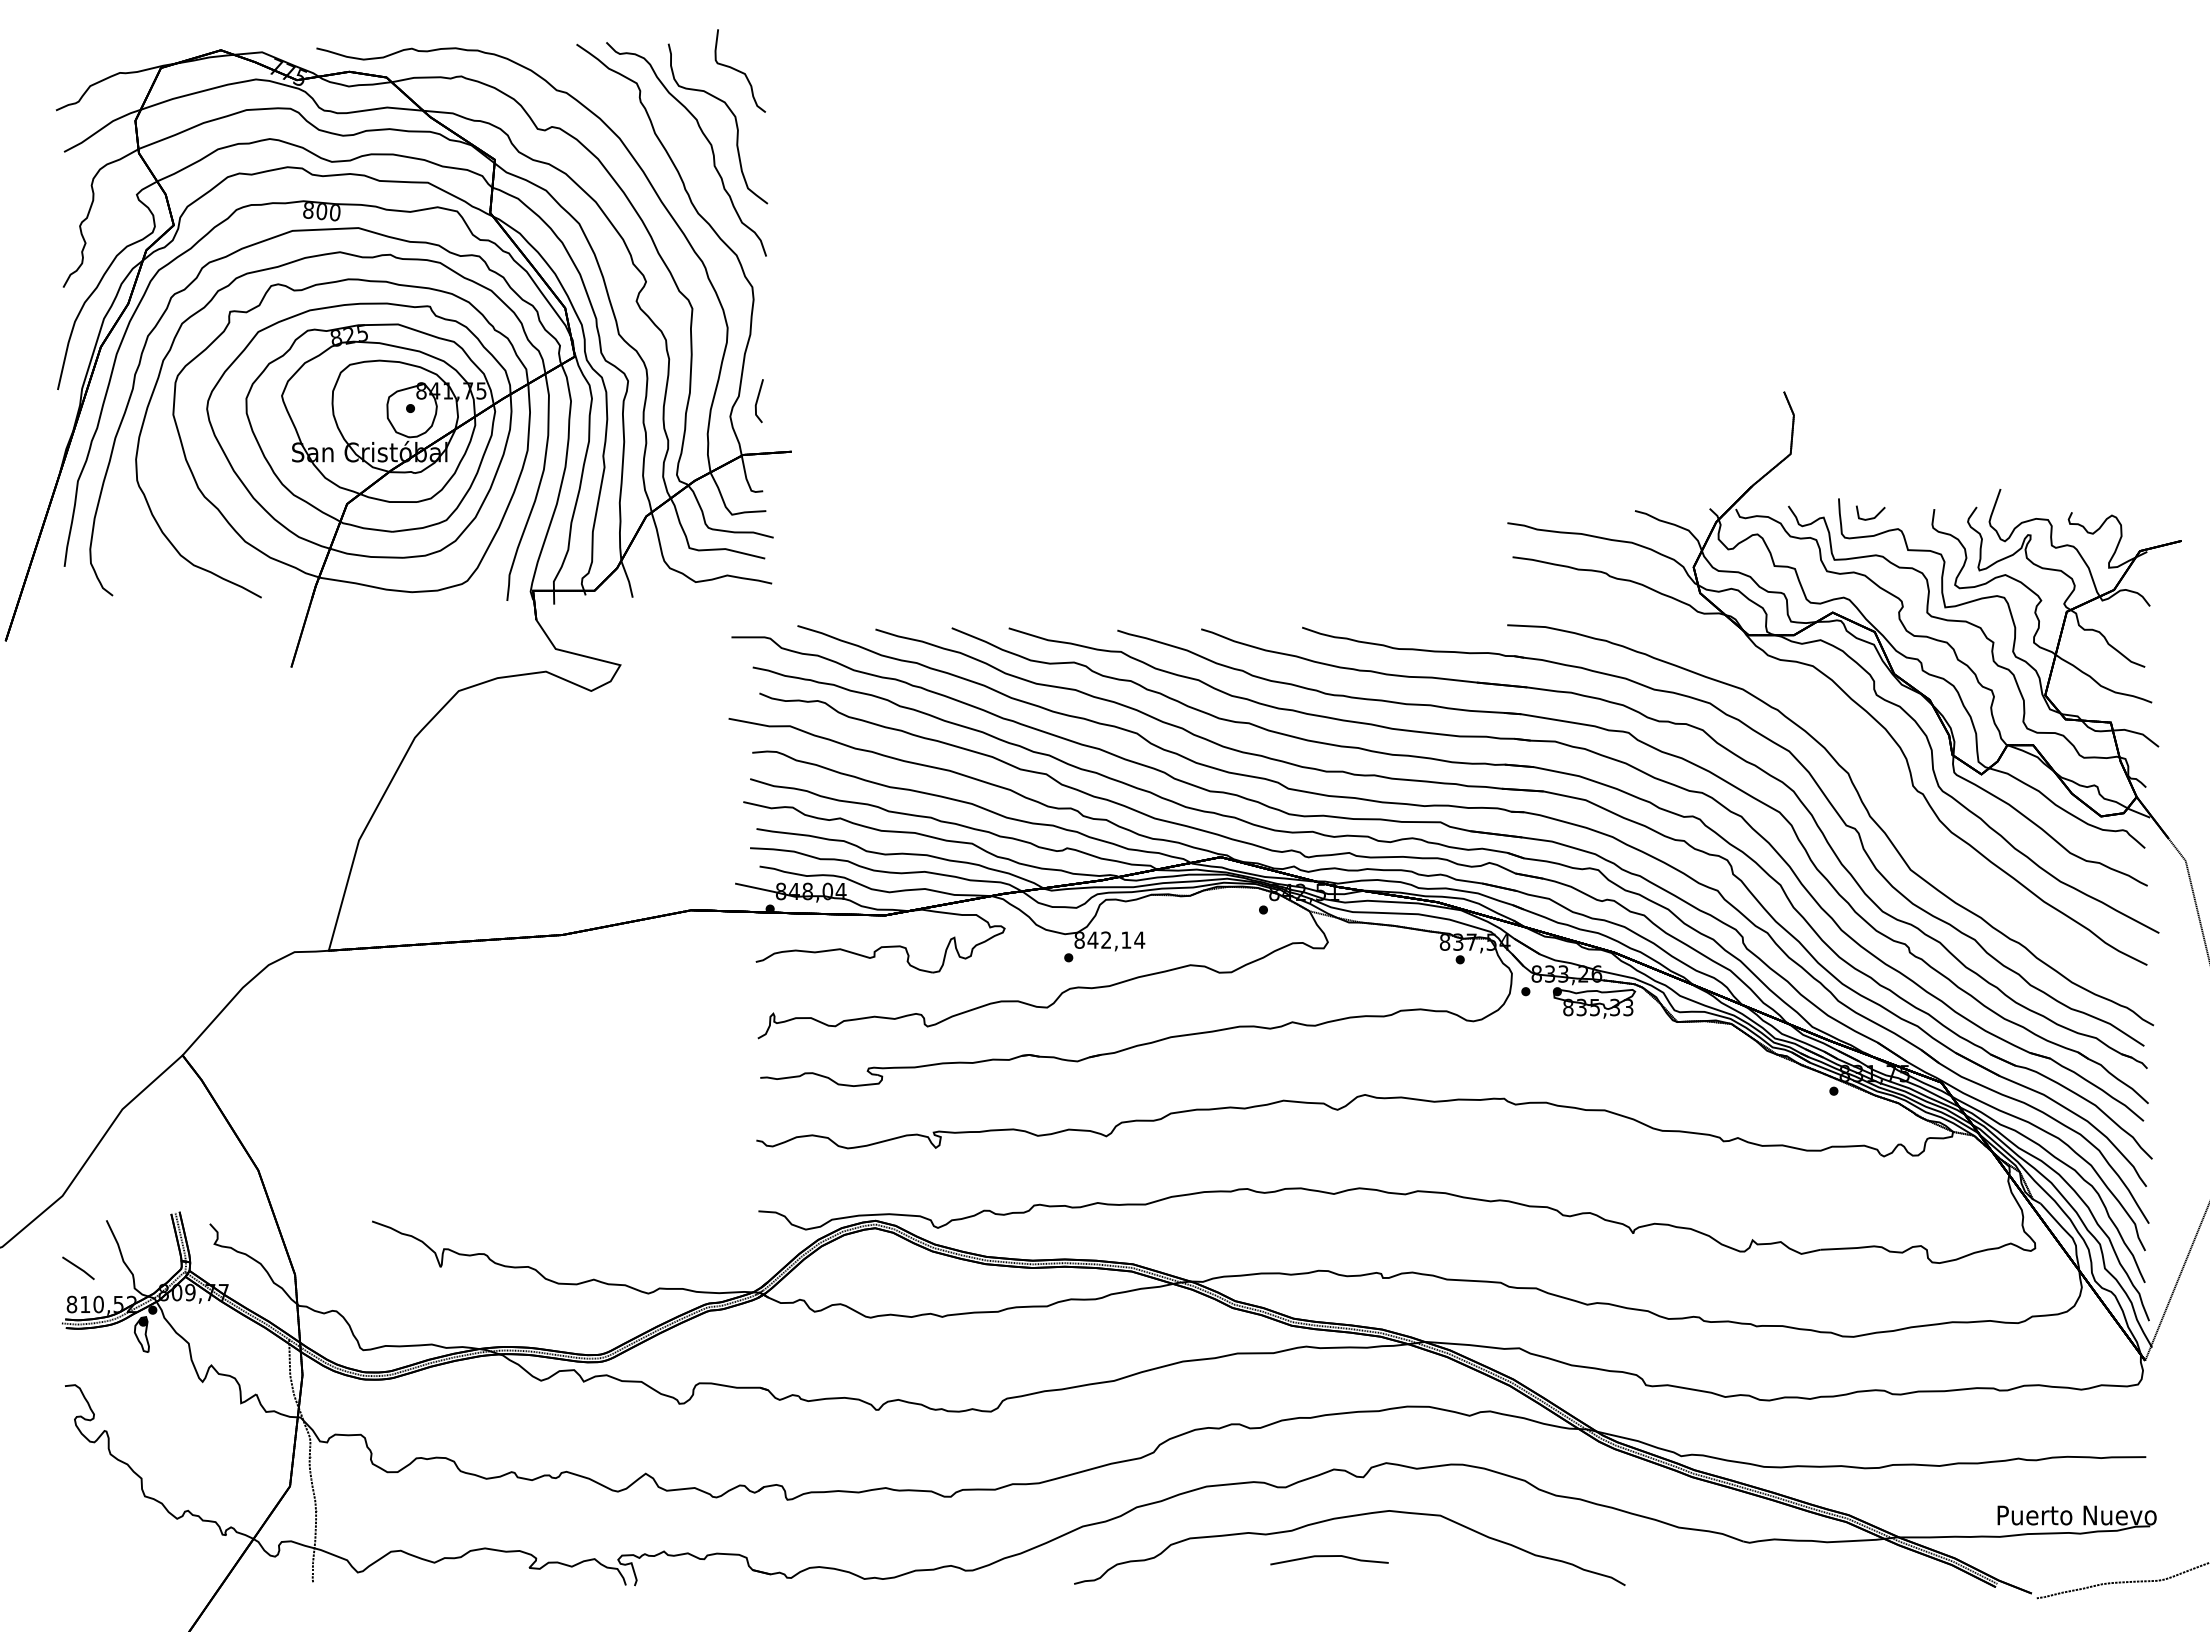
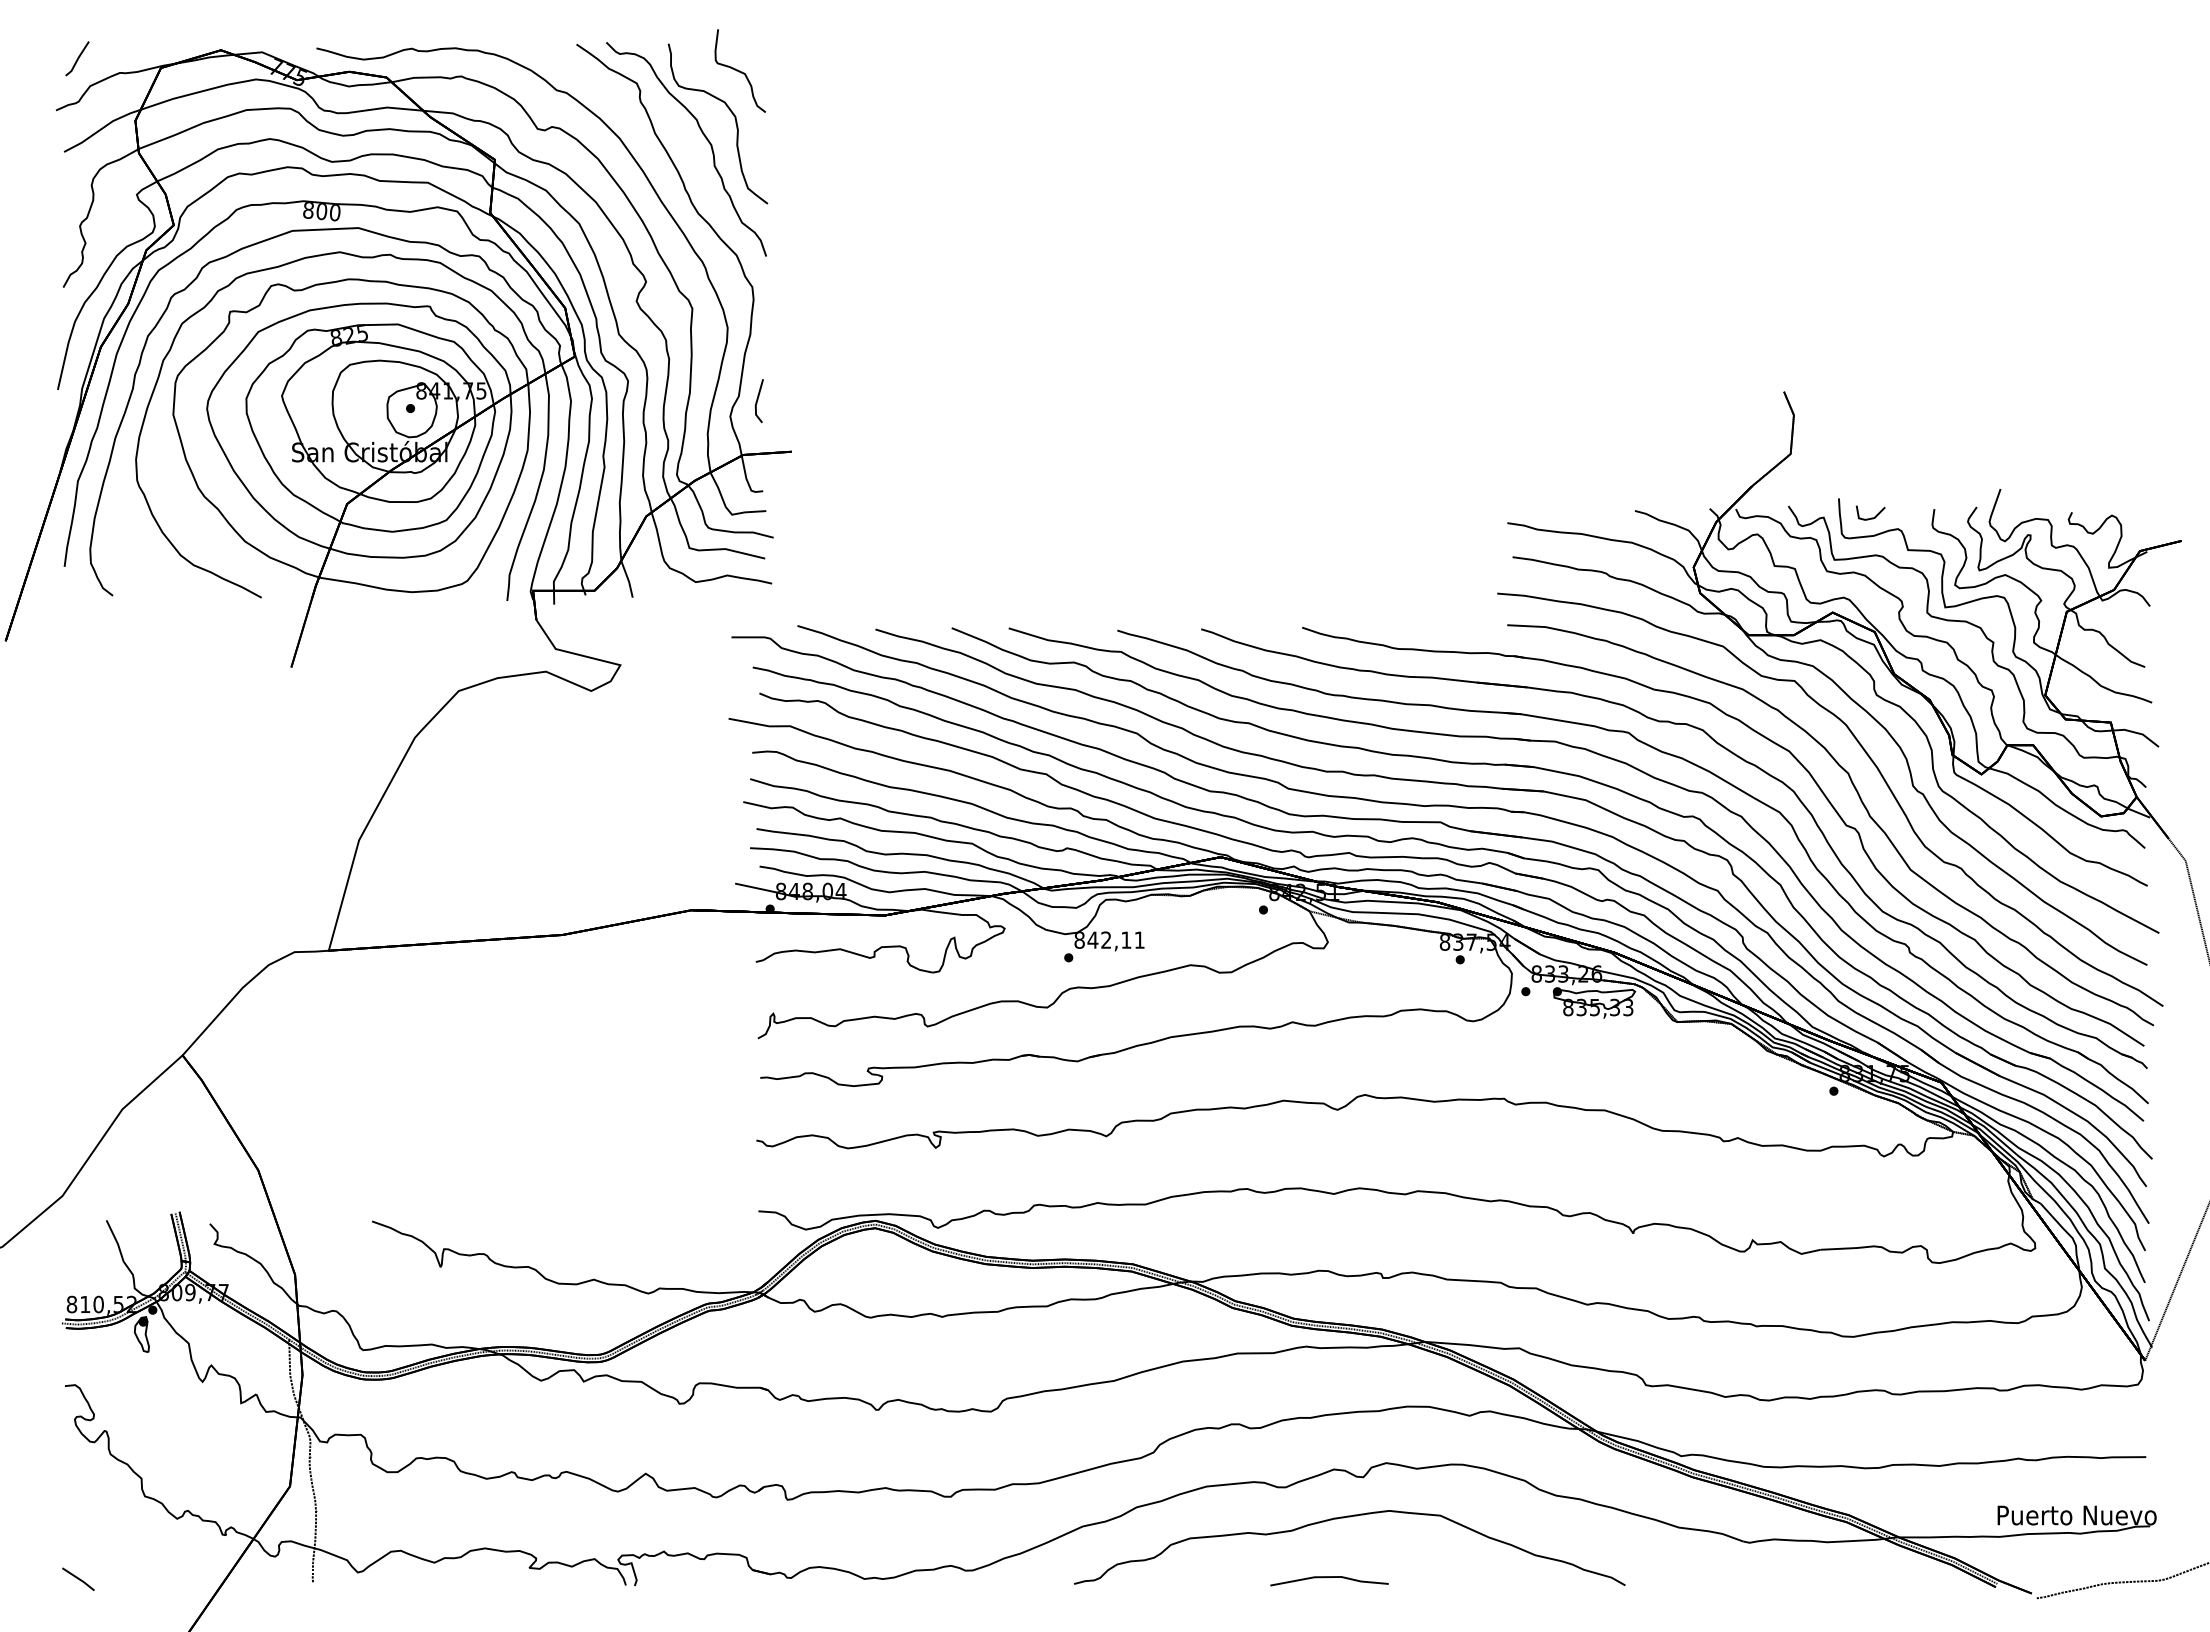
line at (77, 58): none -> present
part at (1875, 767): none -> present
text at (1139, 939): 842,14 -> 842,11
line at (78, 1268) position: (78, 1268) -> (78, 1579)
line at (1329, 1556) position: (1329, 1556) -> (1329, 1577)
